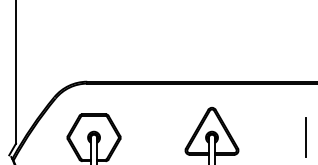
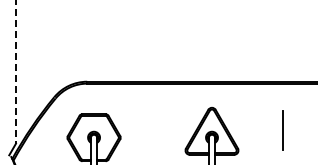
line at (16, 72): solid -> dashed
line at (305, 137) position: (305, 137) -> (282, 130)
